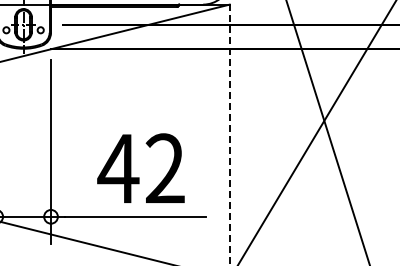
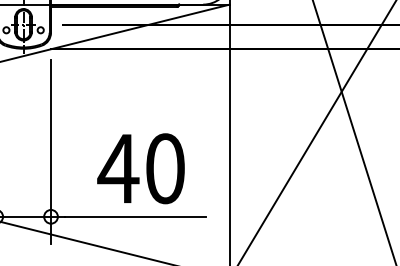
line at (327, 132) position: (327, 132) -> (354, 132)
line at (229, 133): dashed -> solid
text at (164, 168): 42 -> 40
